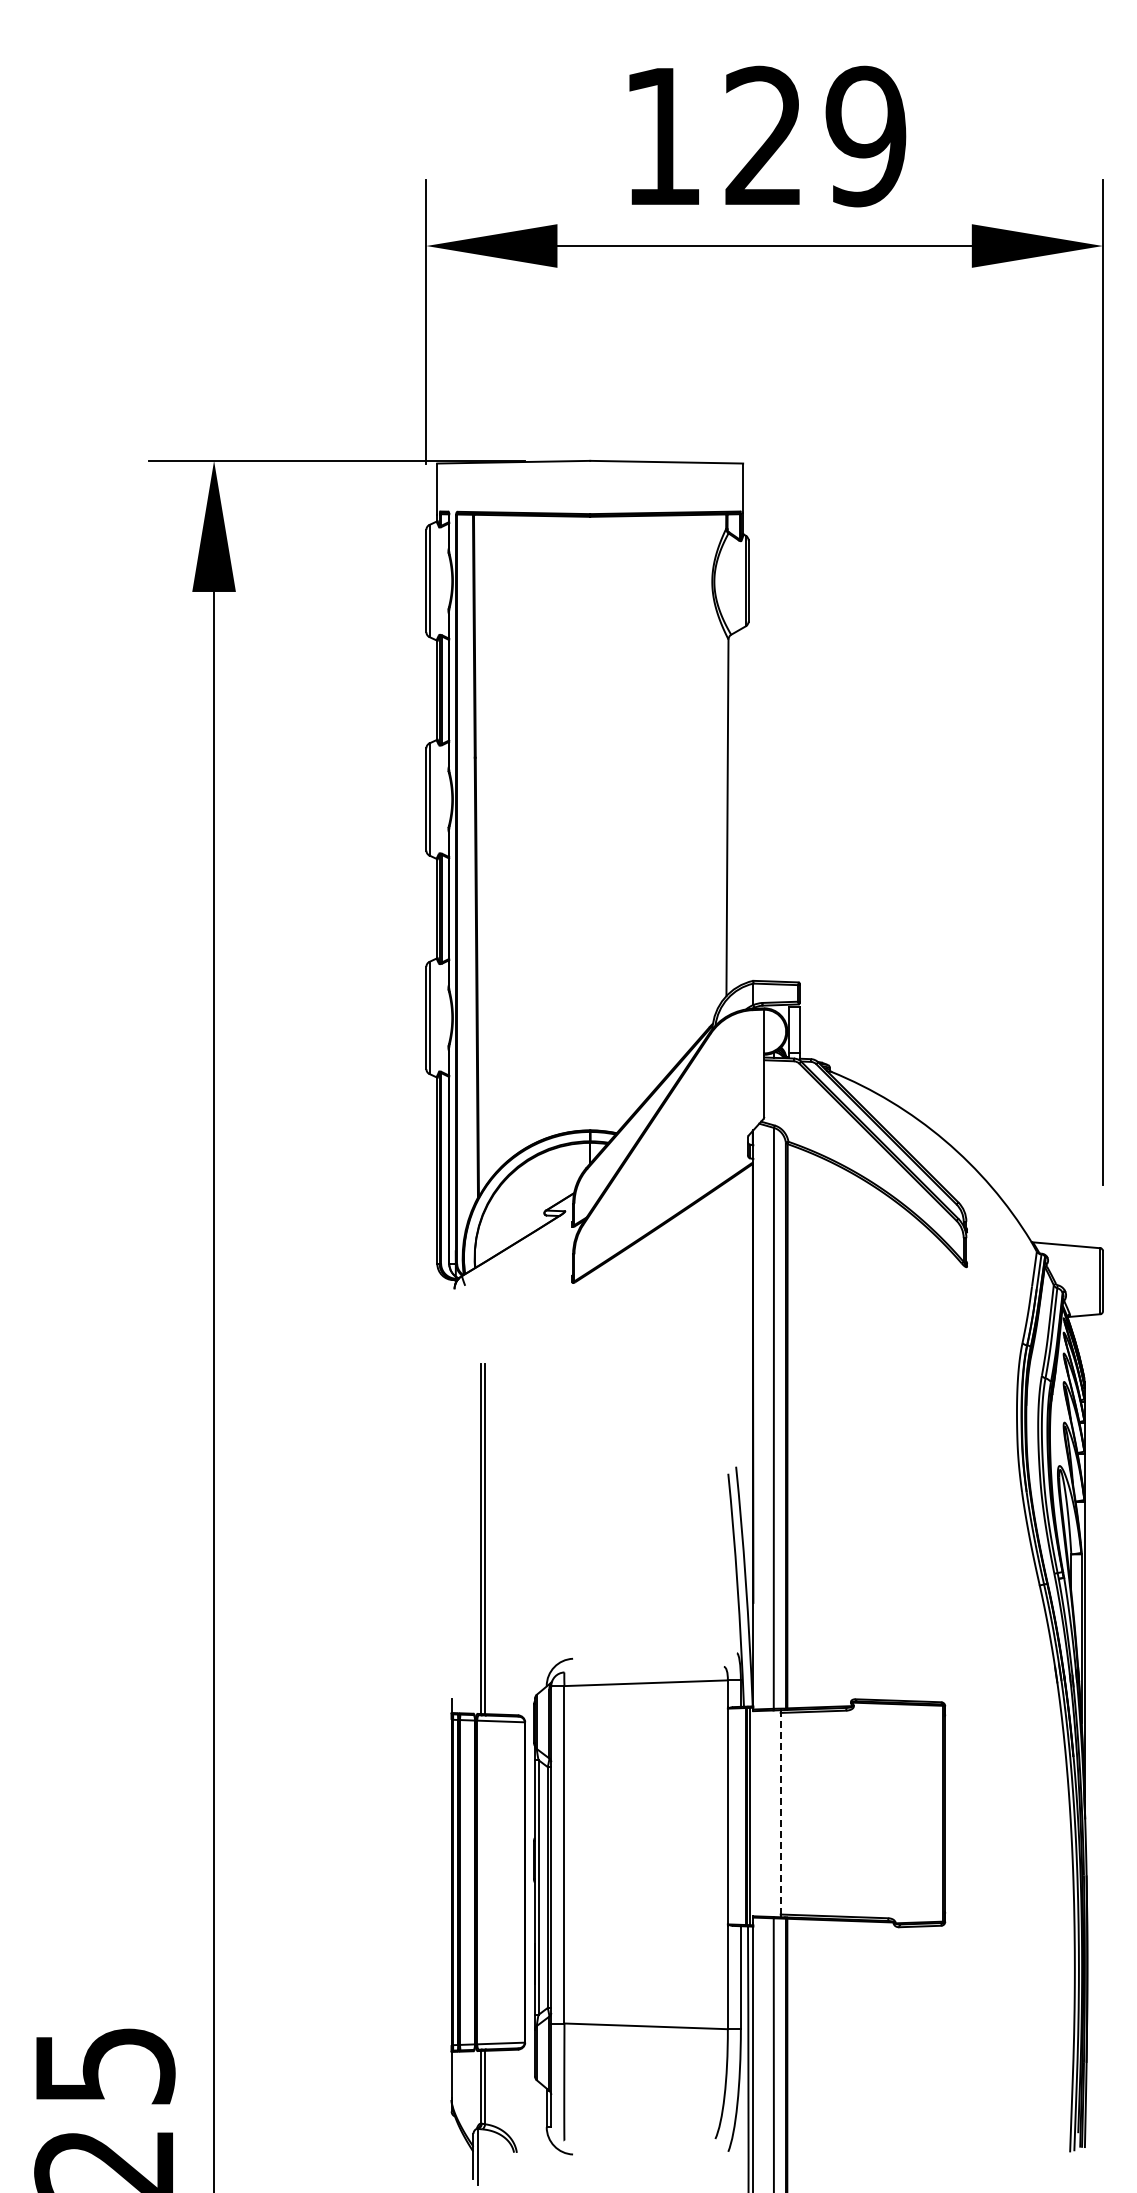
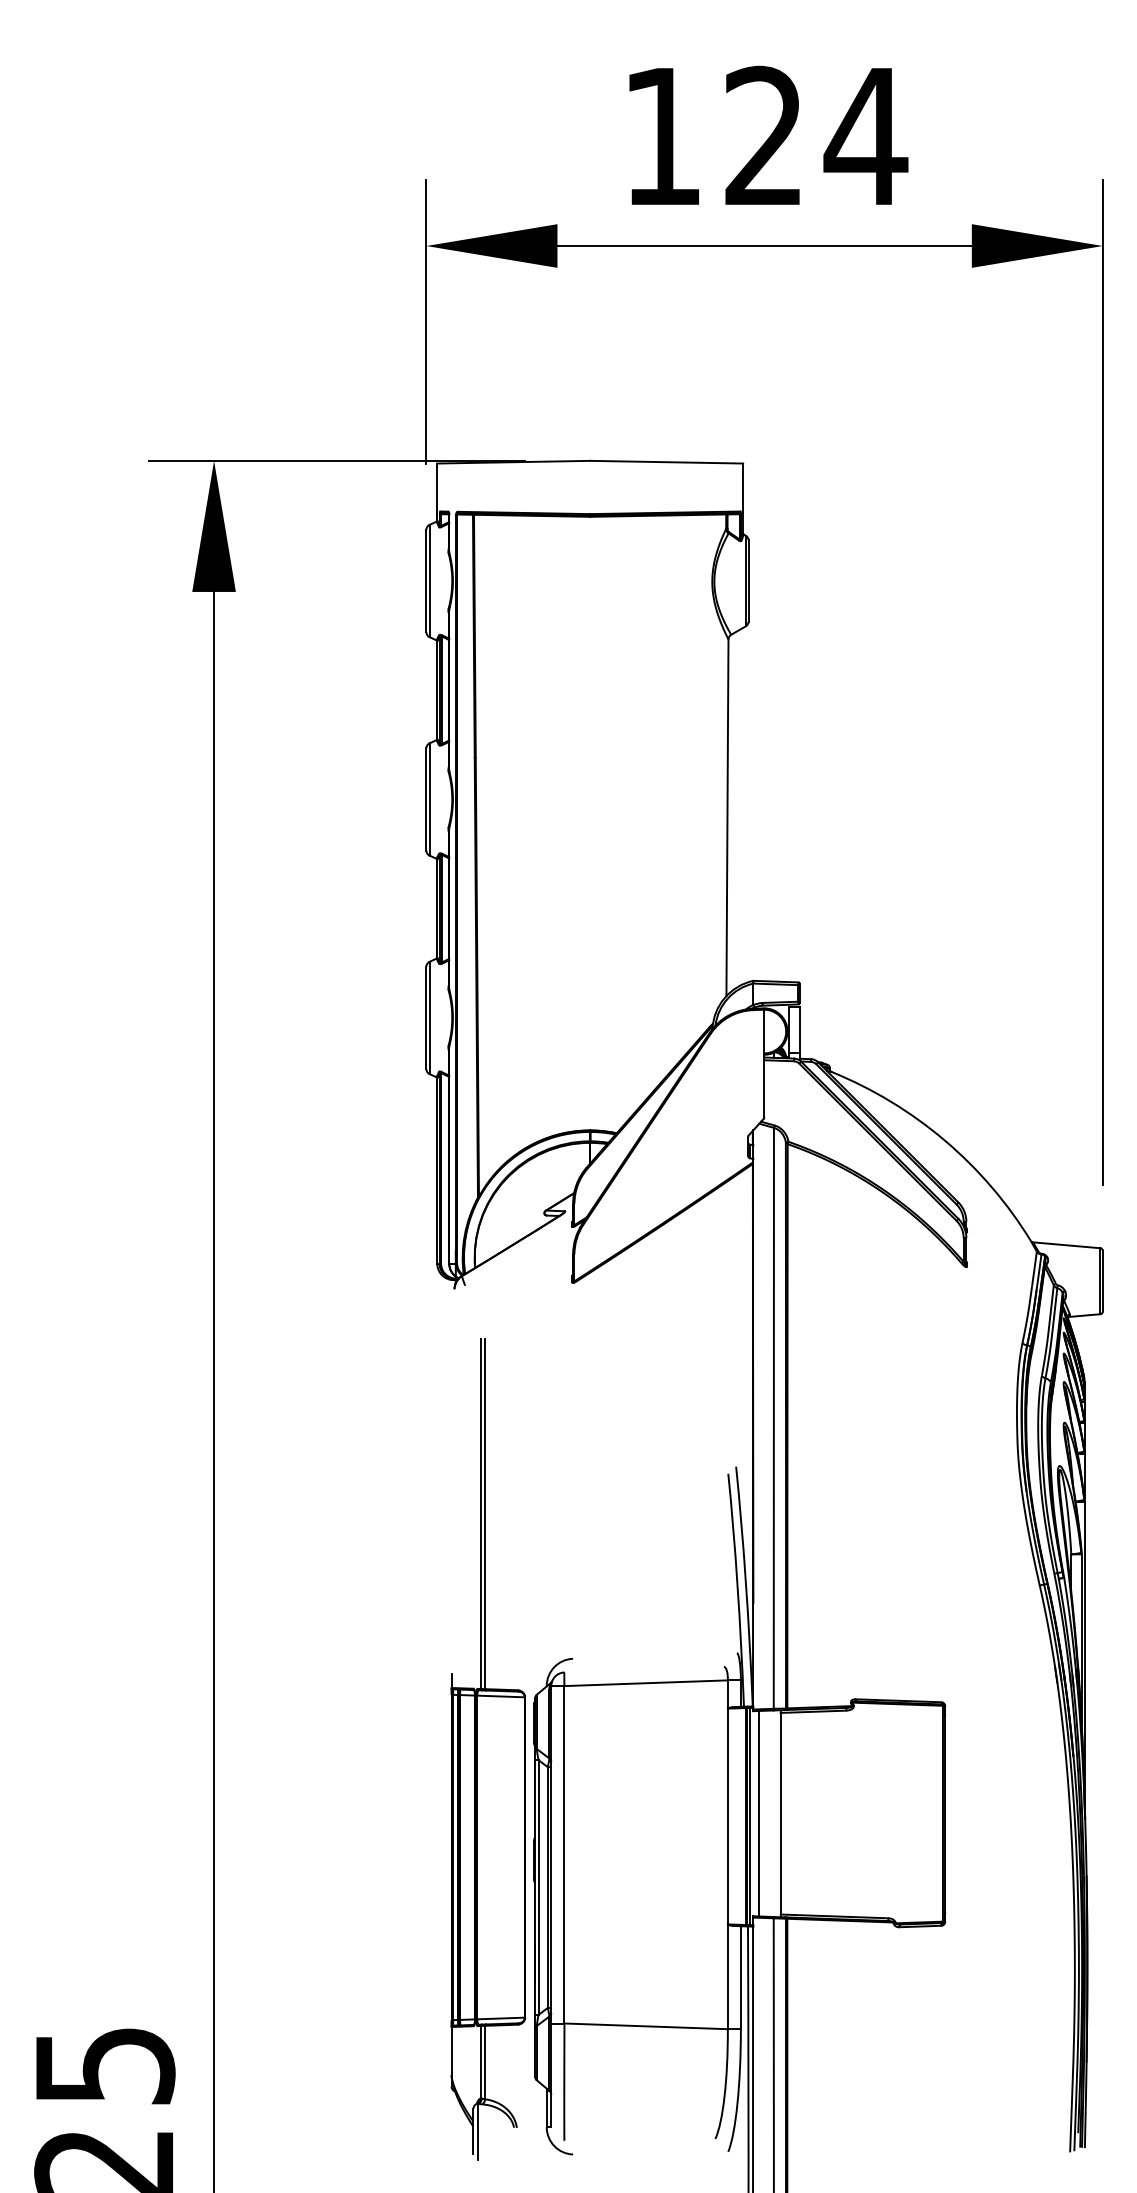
text at (865, 136): 129 -> 124
part at (488, 1774) position: (488, 1774) -> (488, 1749)
line at (758, 1813): none -> present
line at (780, 1813): dashed -> solid
